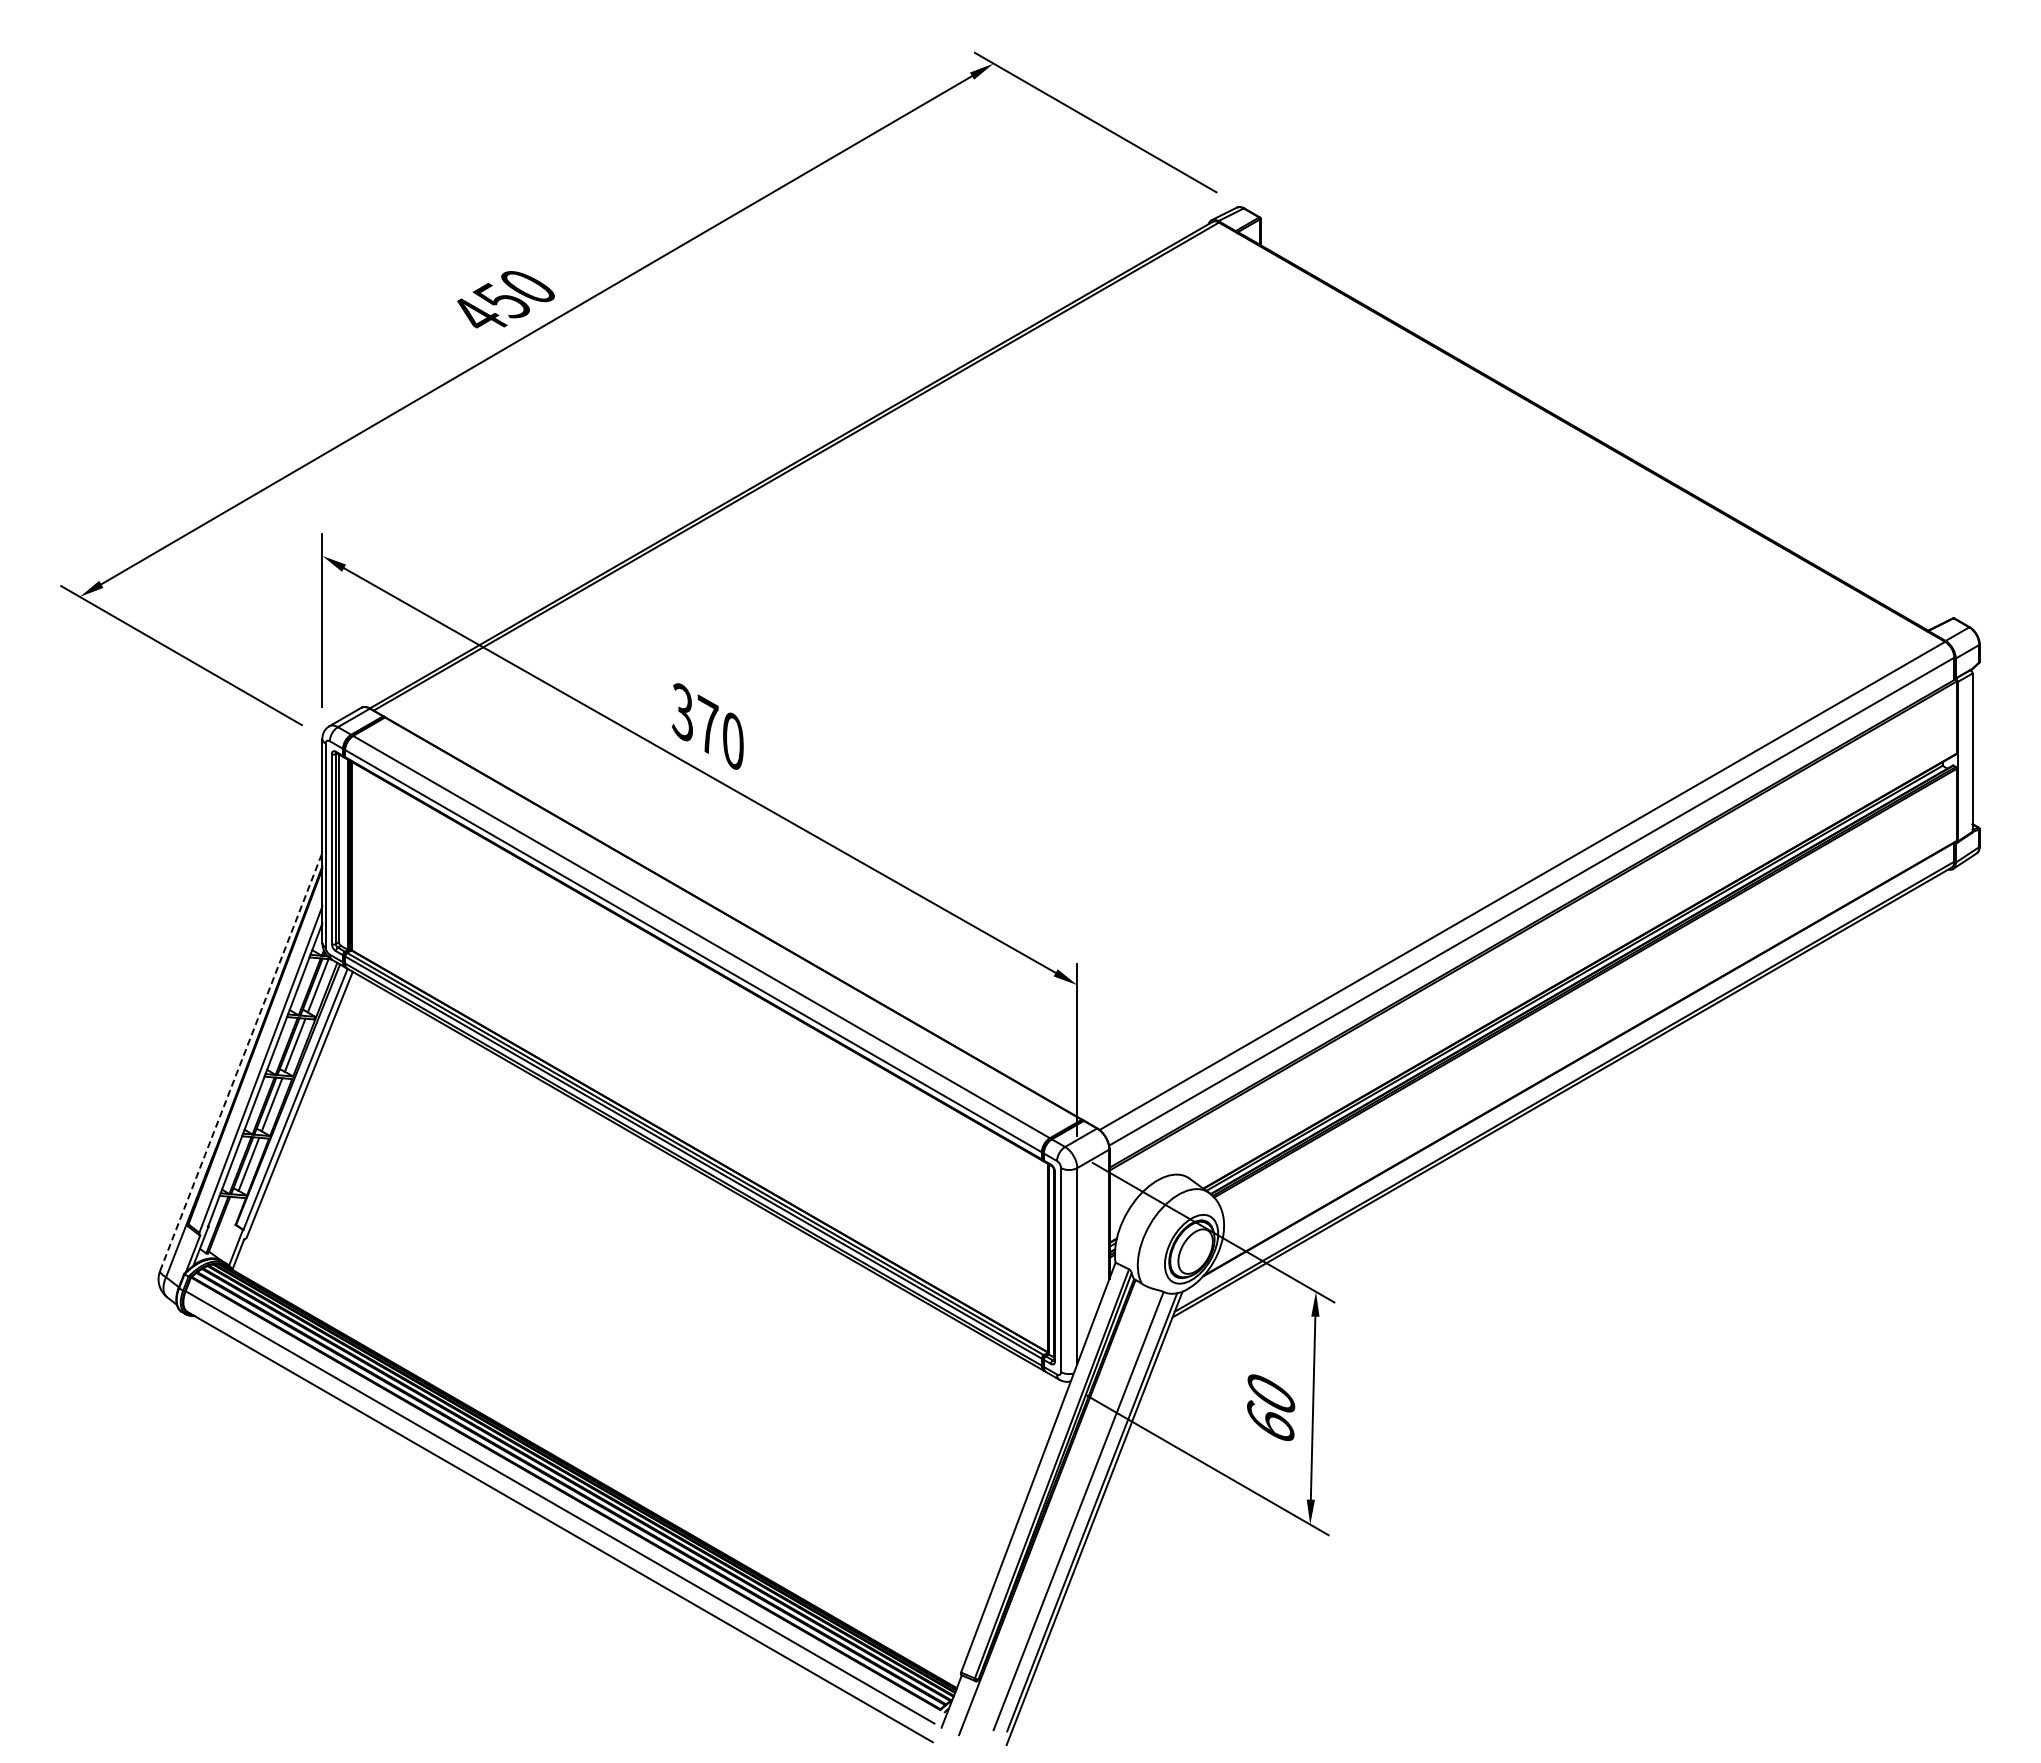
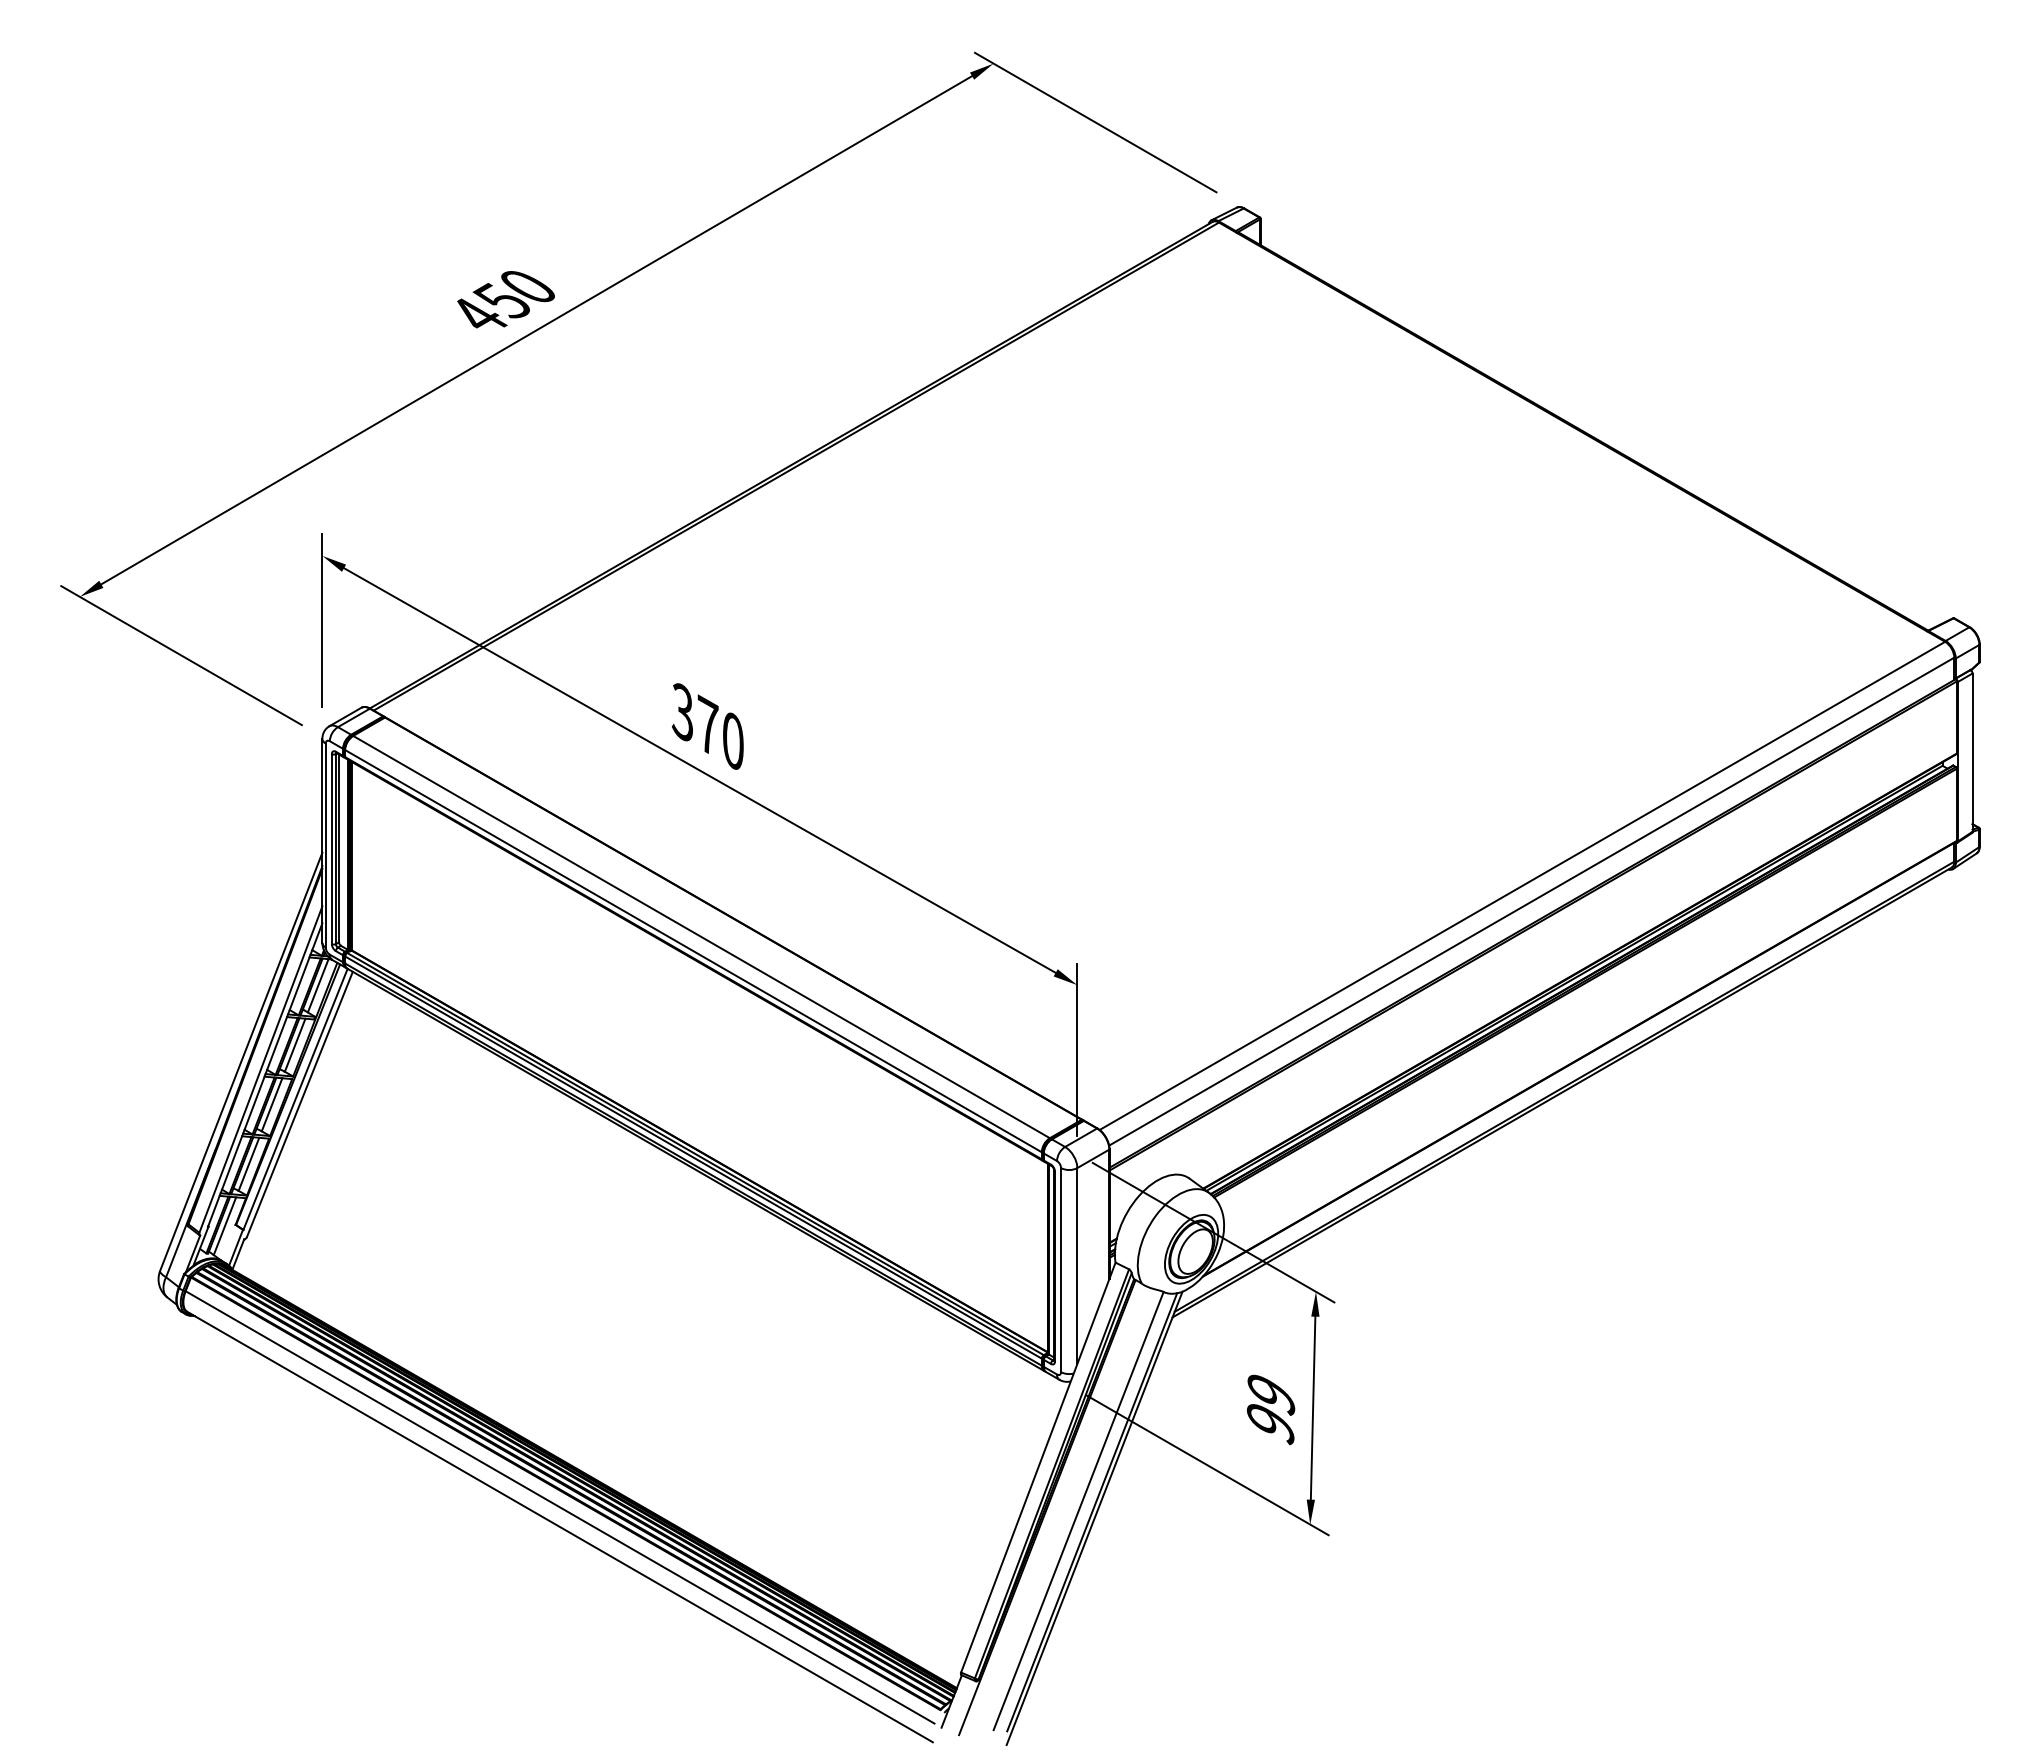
line at (241, 1061): dashed -> solid
line at (224, 1226): none -> present
text at (1270, 1409): 60 -> 99
